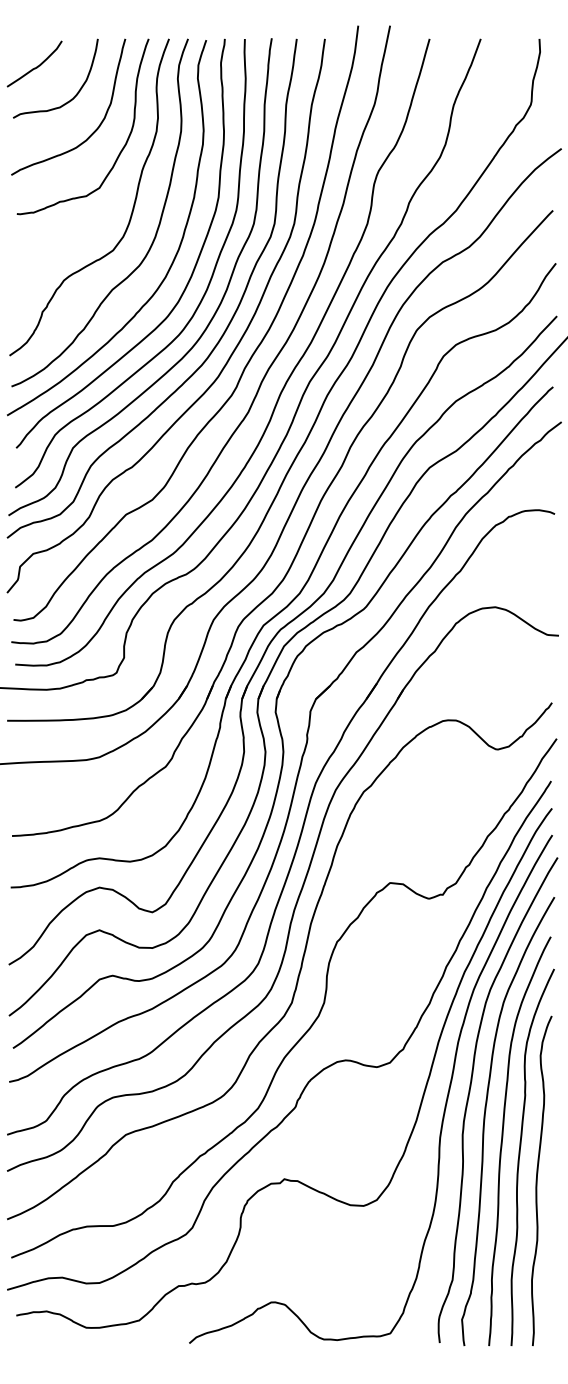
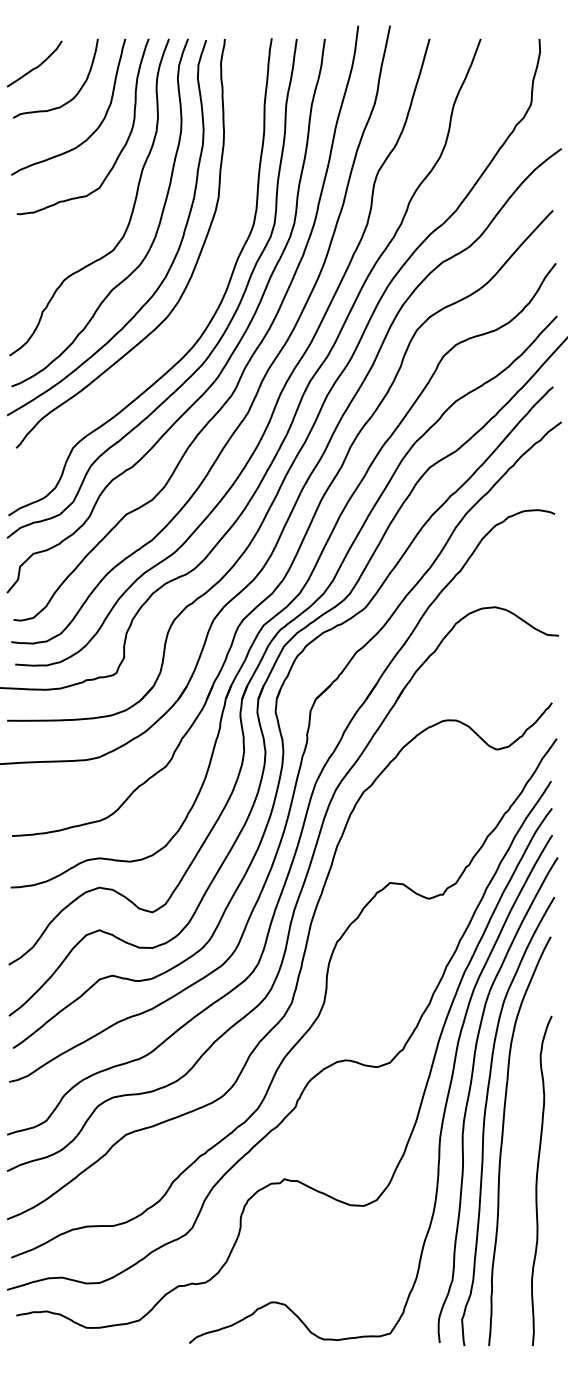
curve at (197, 305): present -> none
curve at (520, 1155): present -> none
